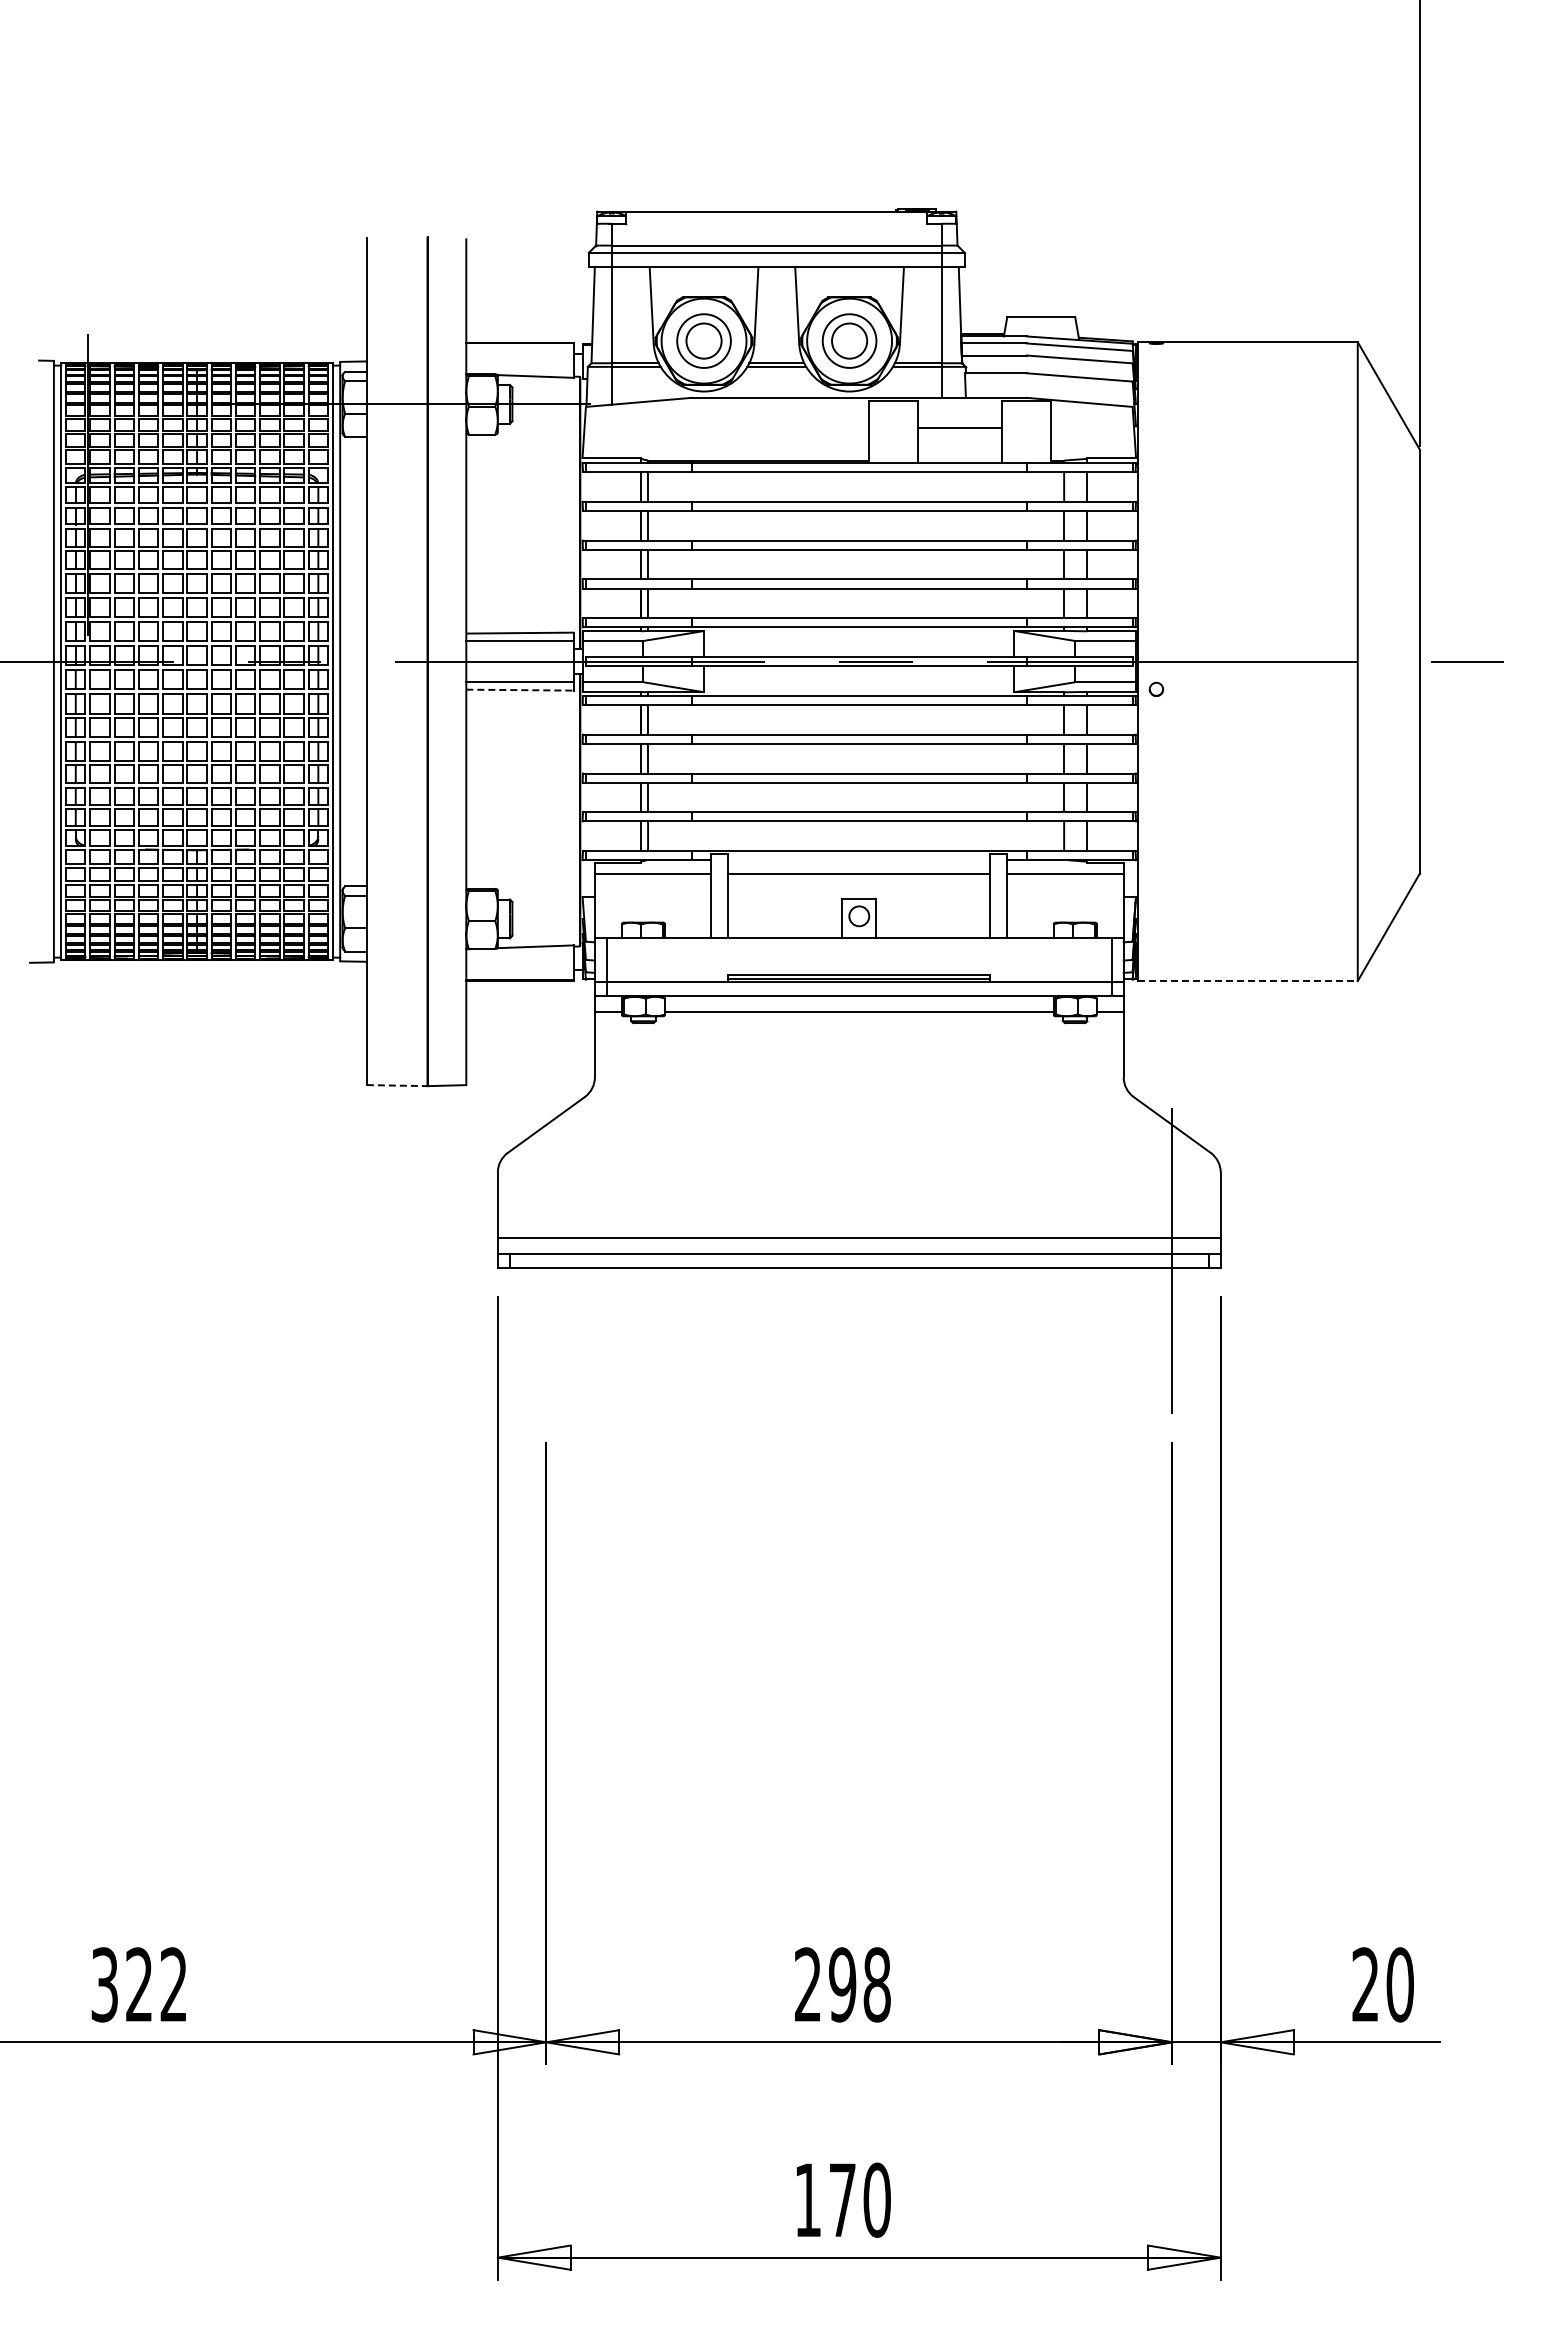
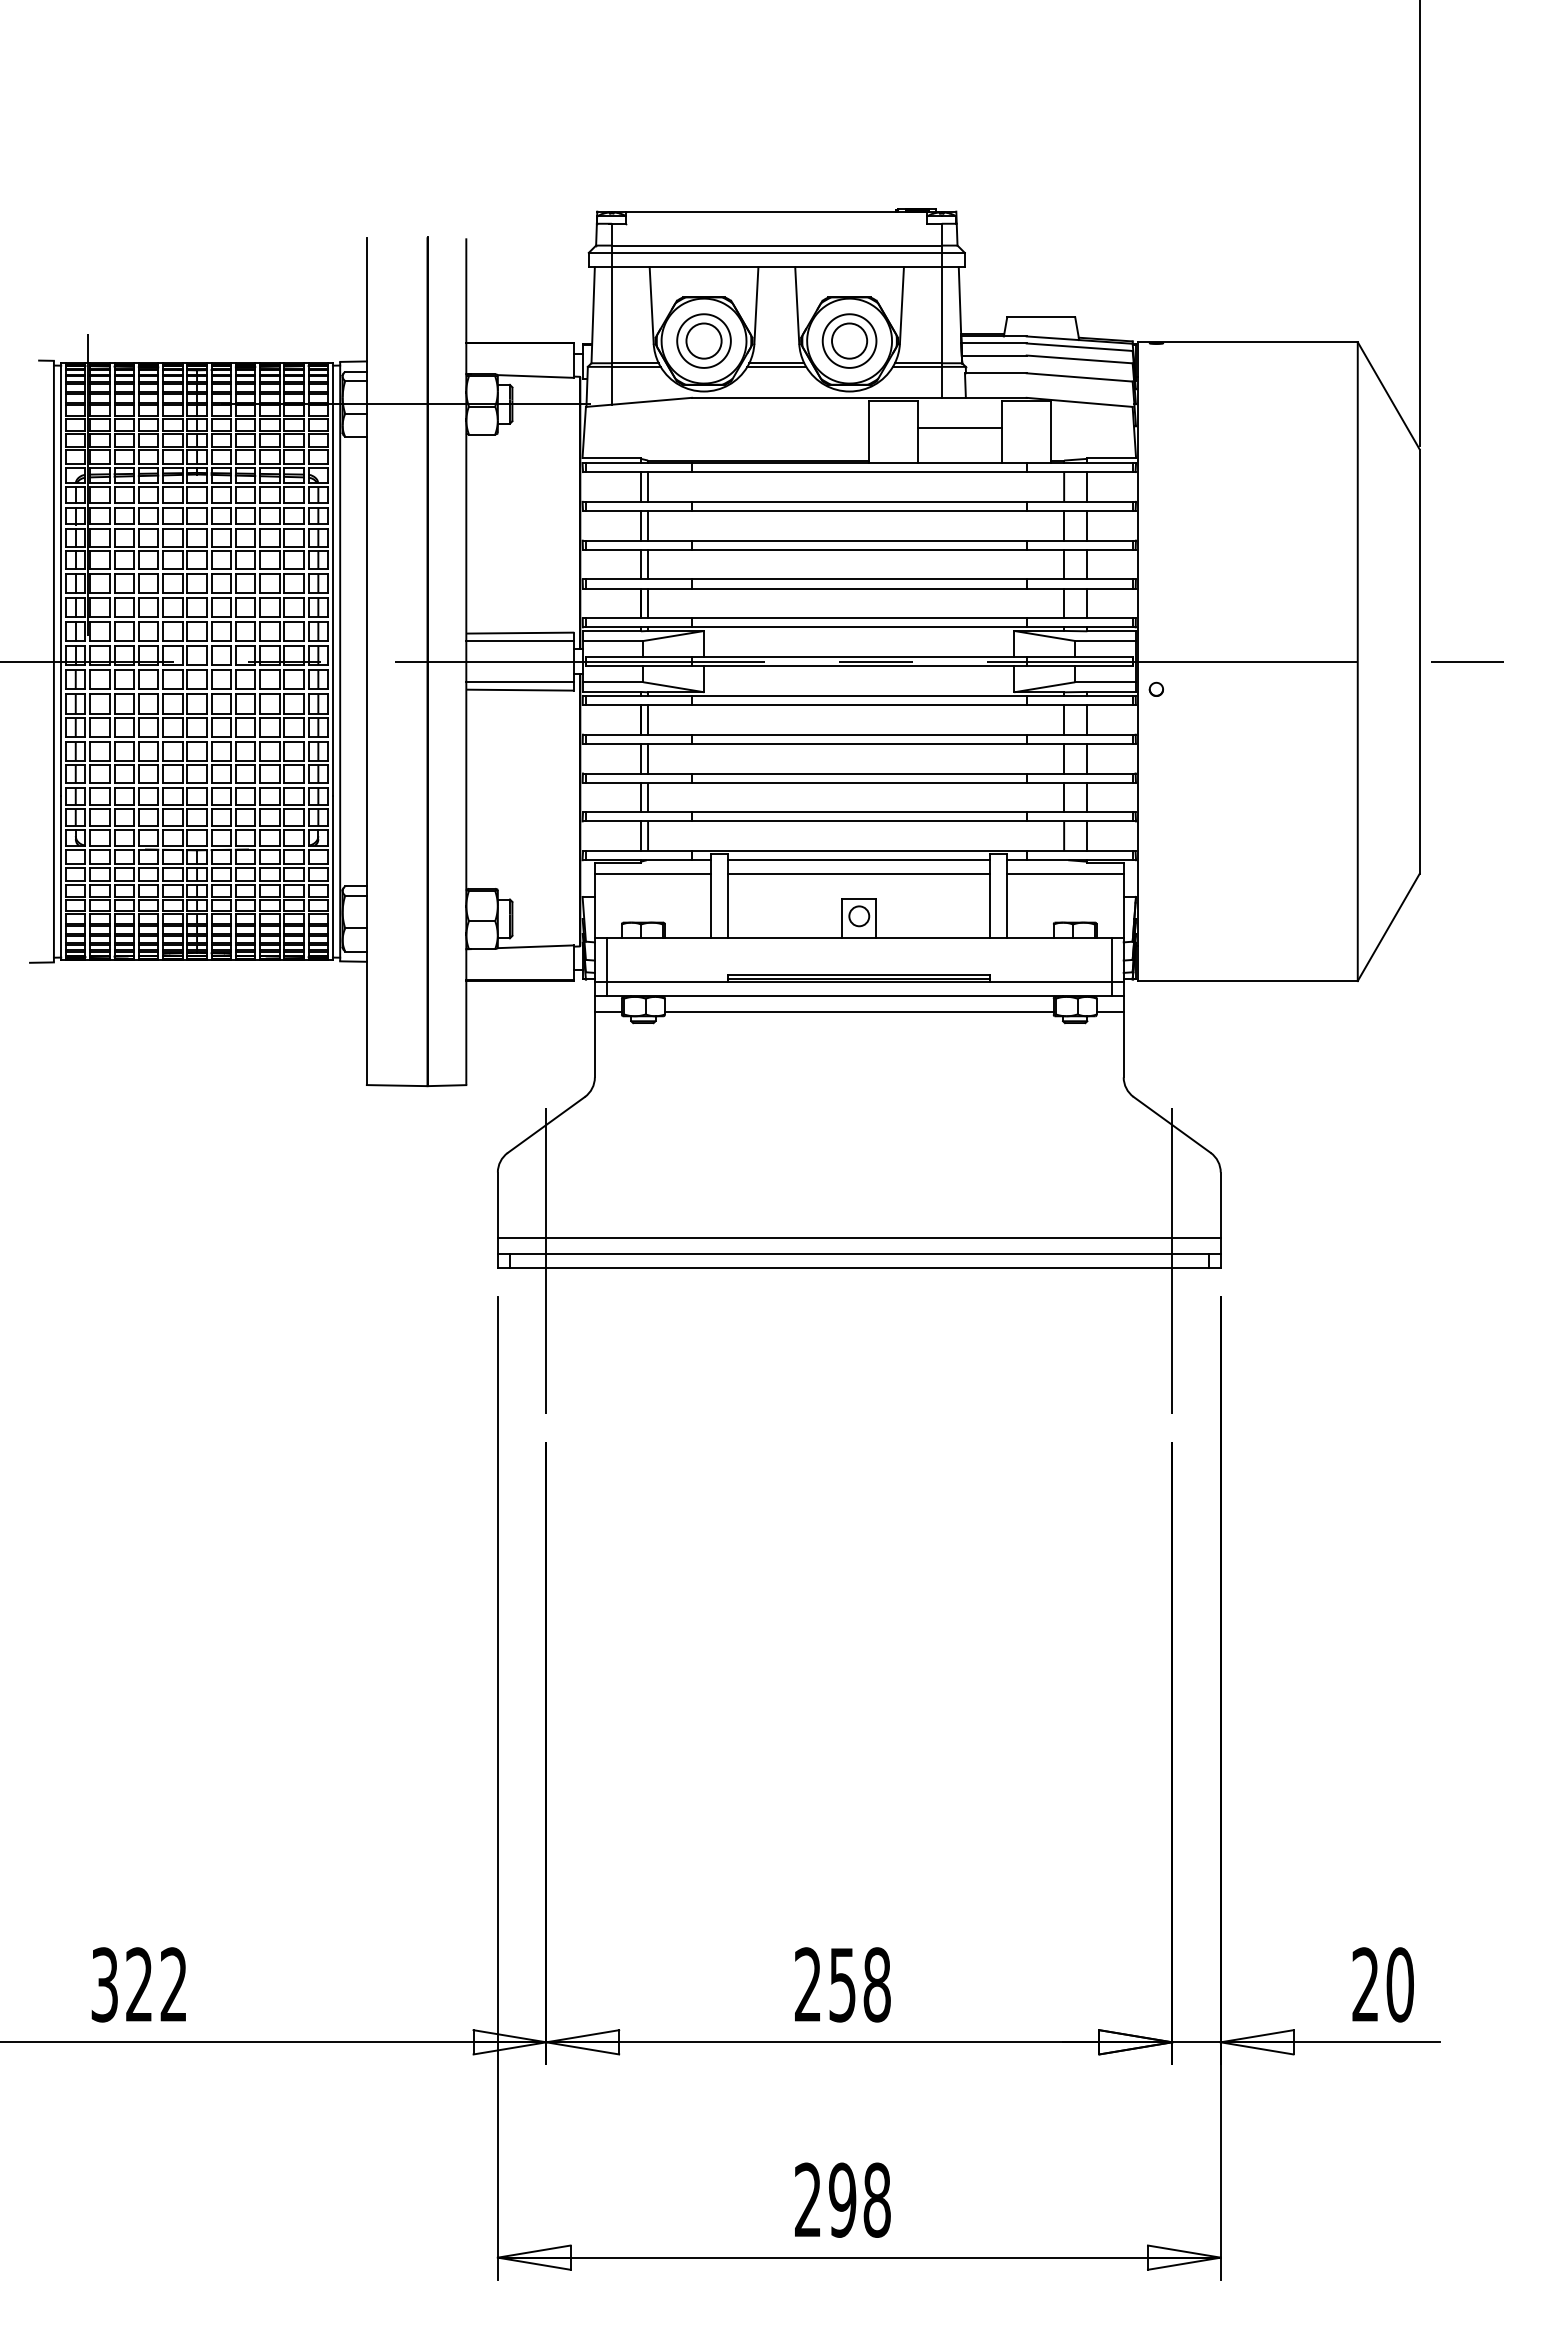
line at (520, 690): dashed -> solid
line at (859, 860): none -> present
line at (1248, 981): dashed -> solid
line at (397, 1085): dashed -> solid
line at (546, 1260): none -> present
text at (842, 1984): 298 -> 258
text at (842, 2199): 170 -> 298
